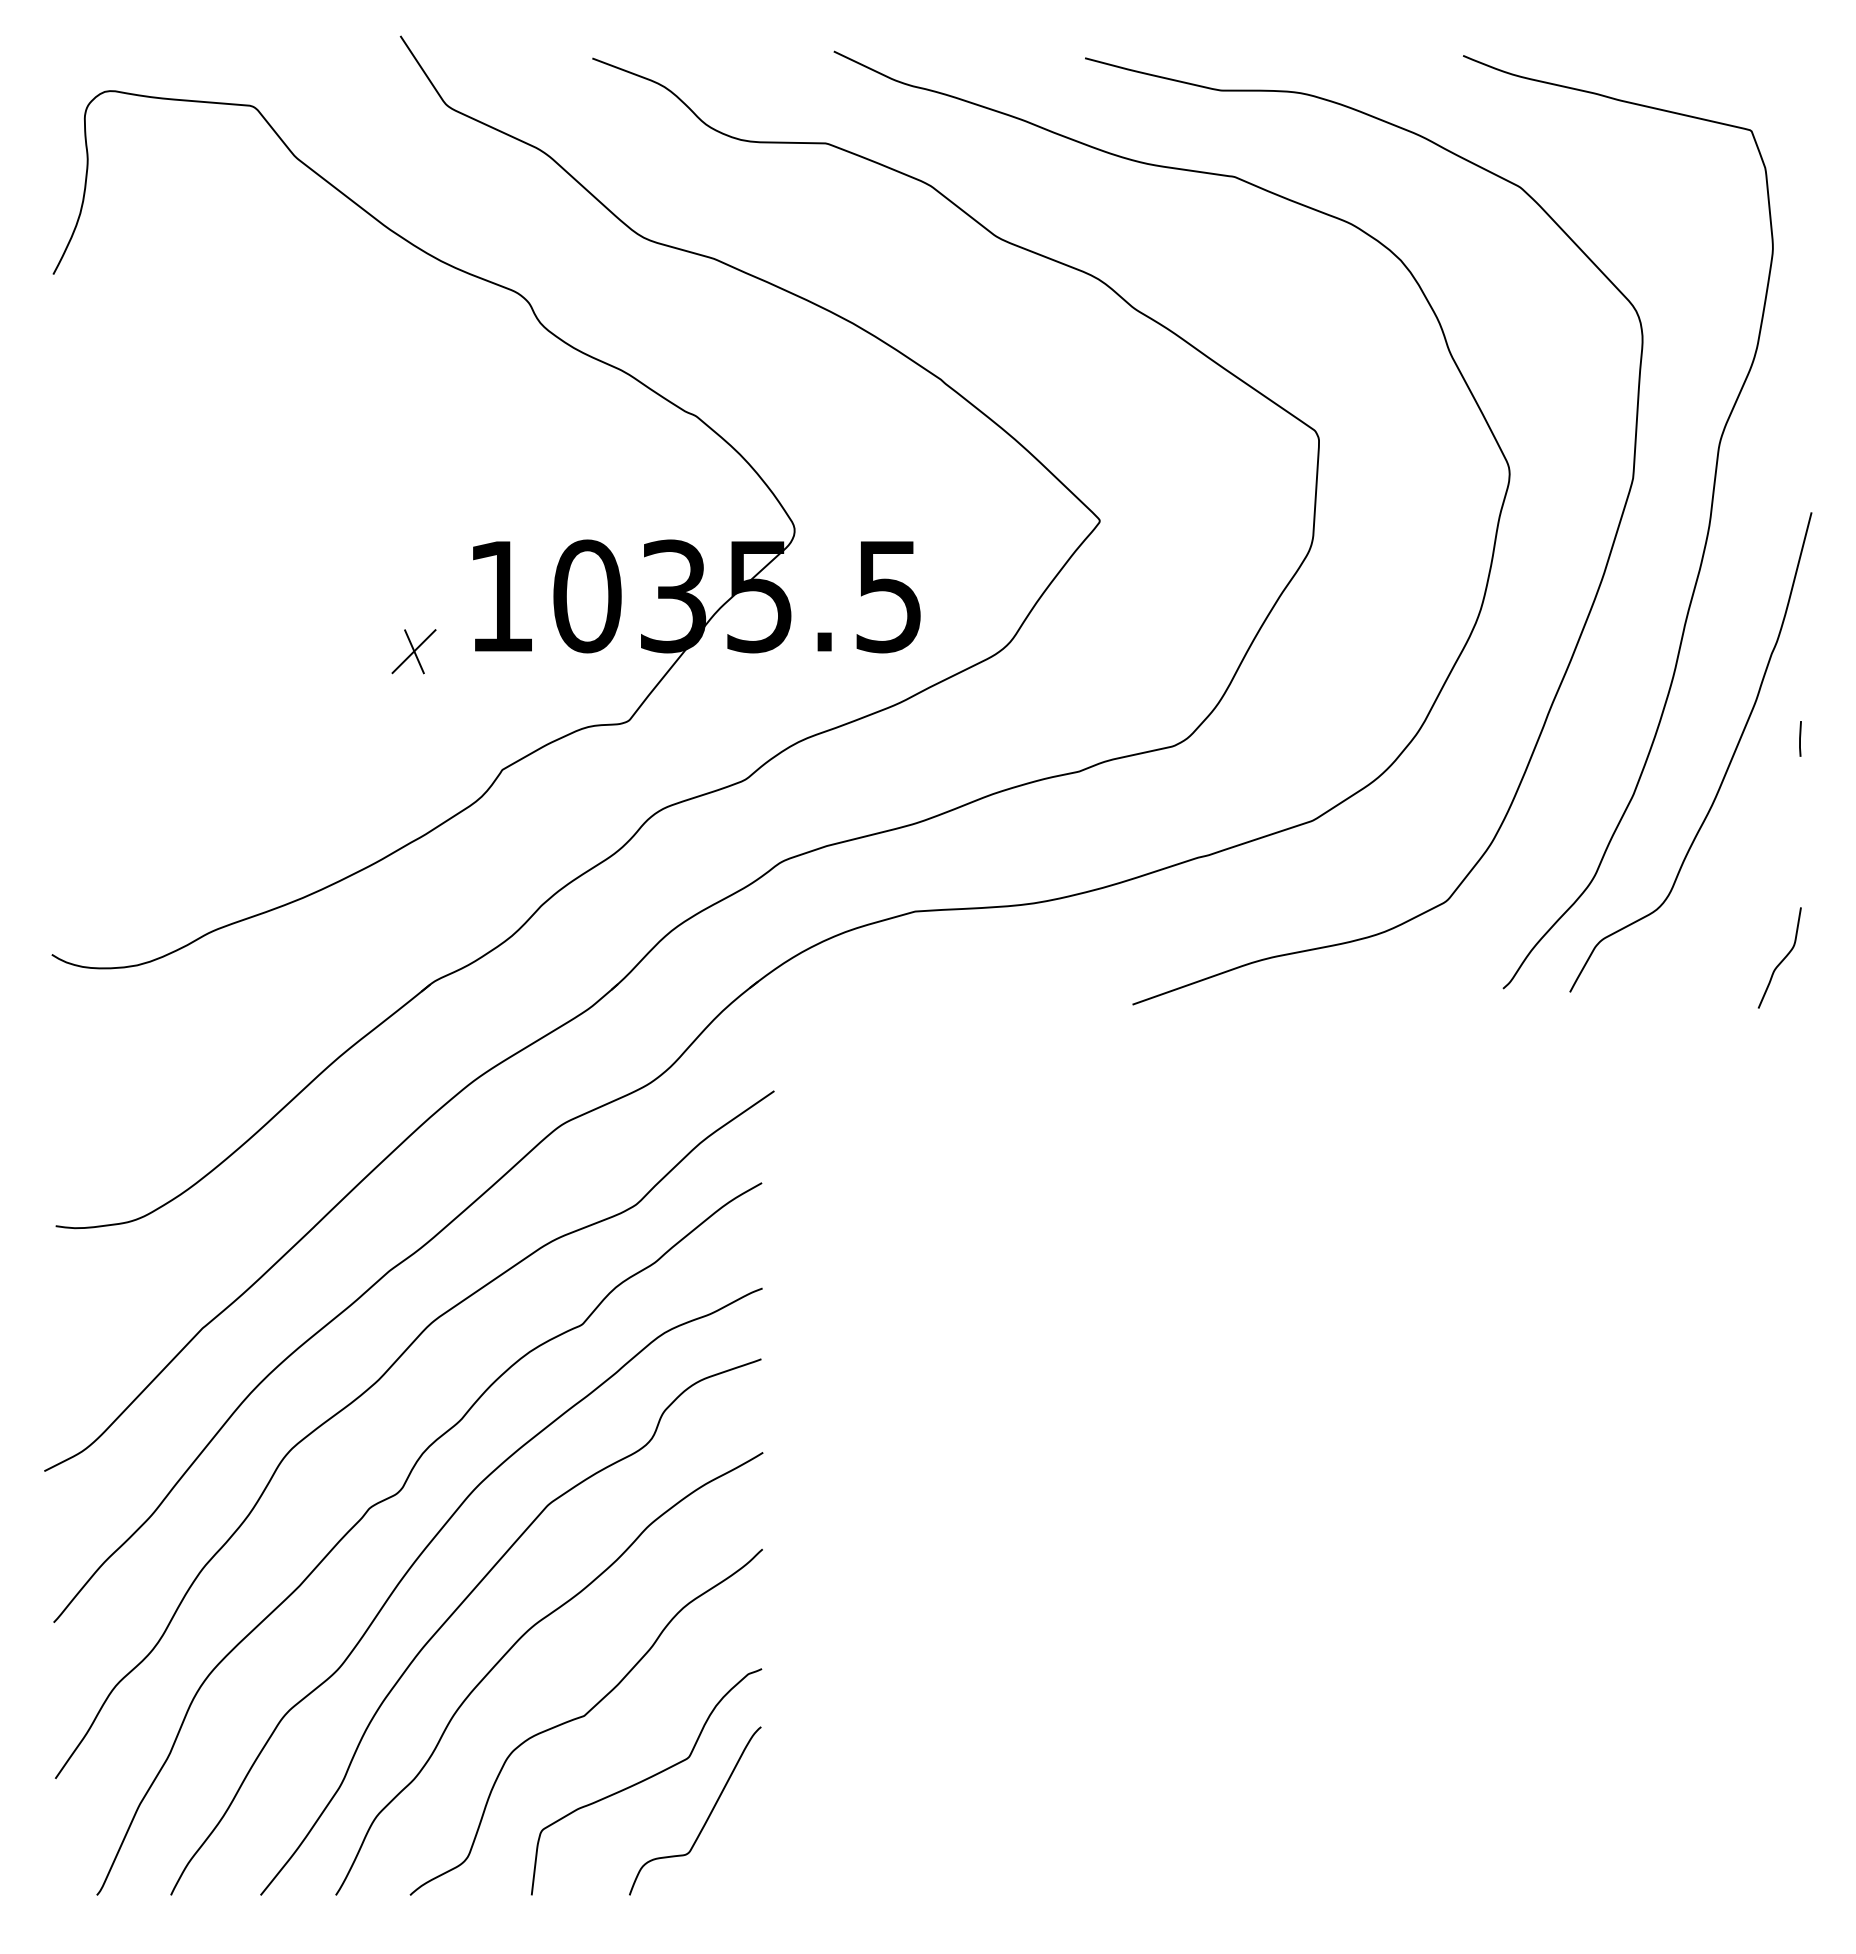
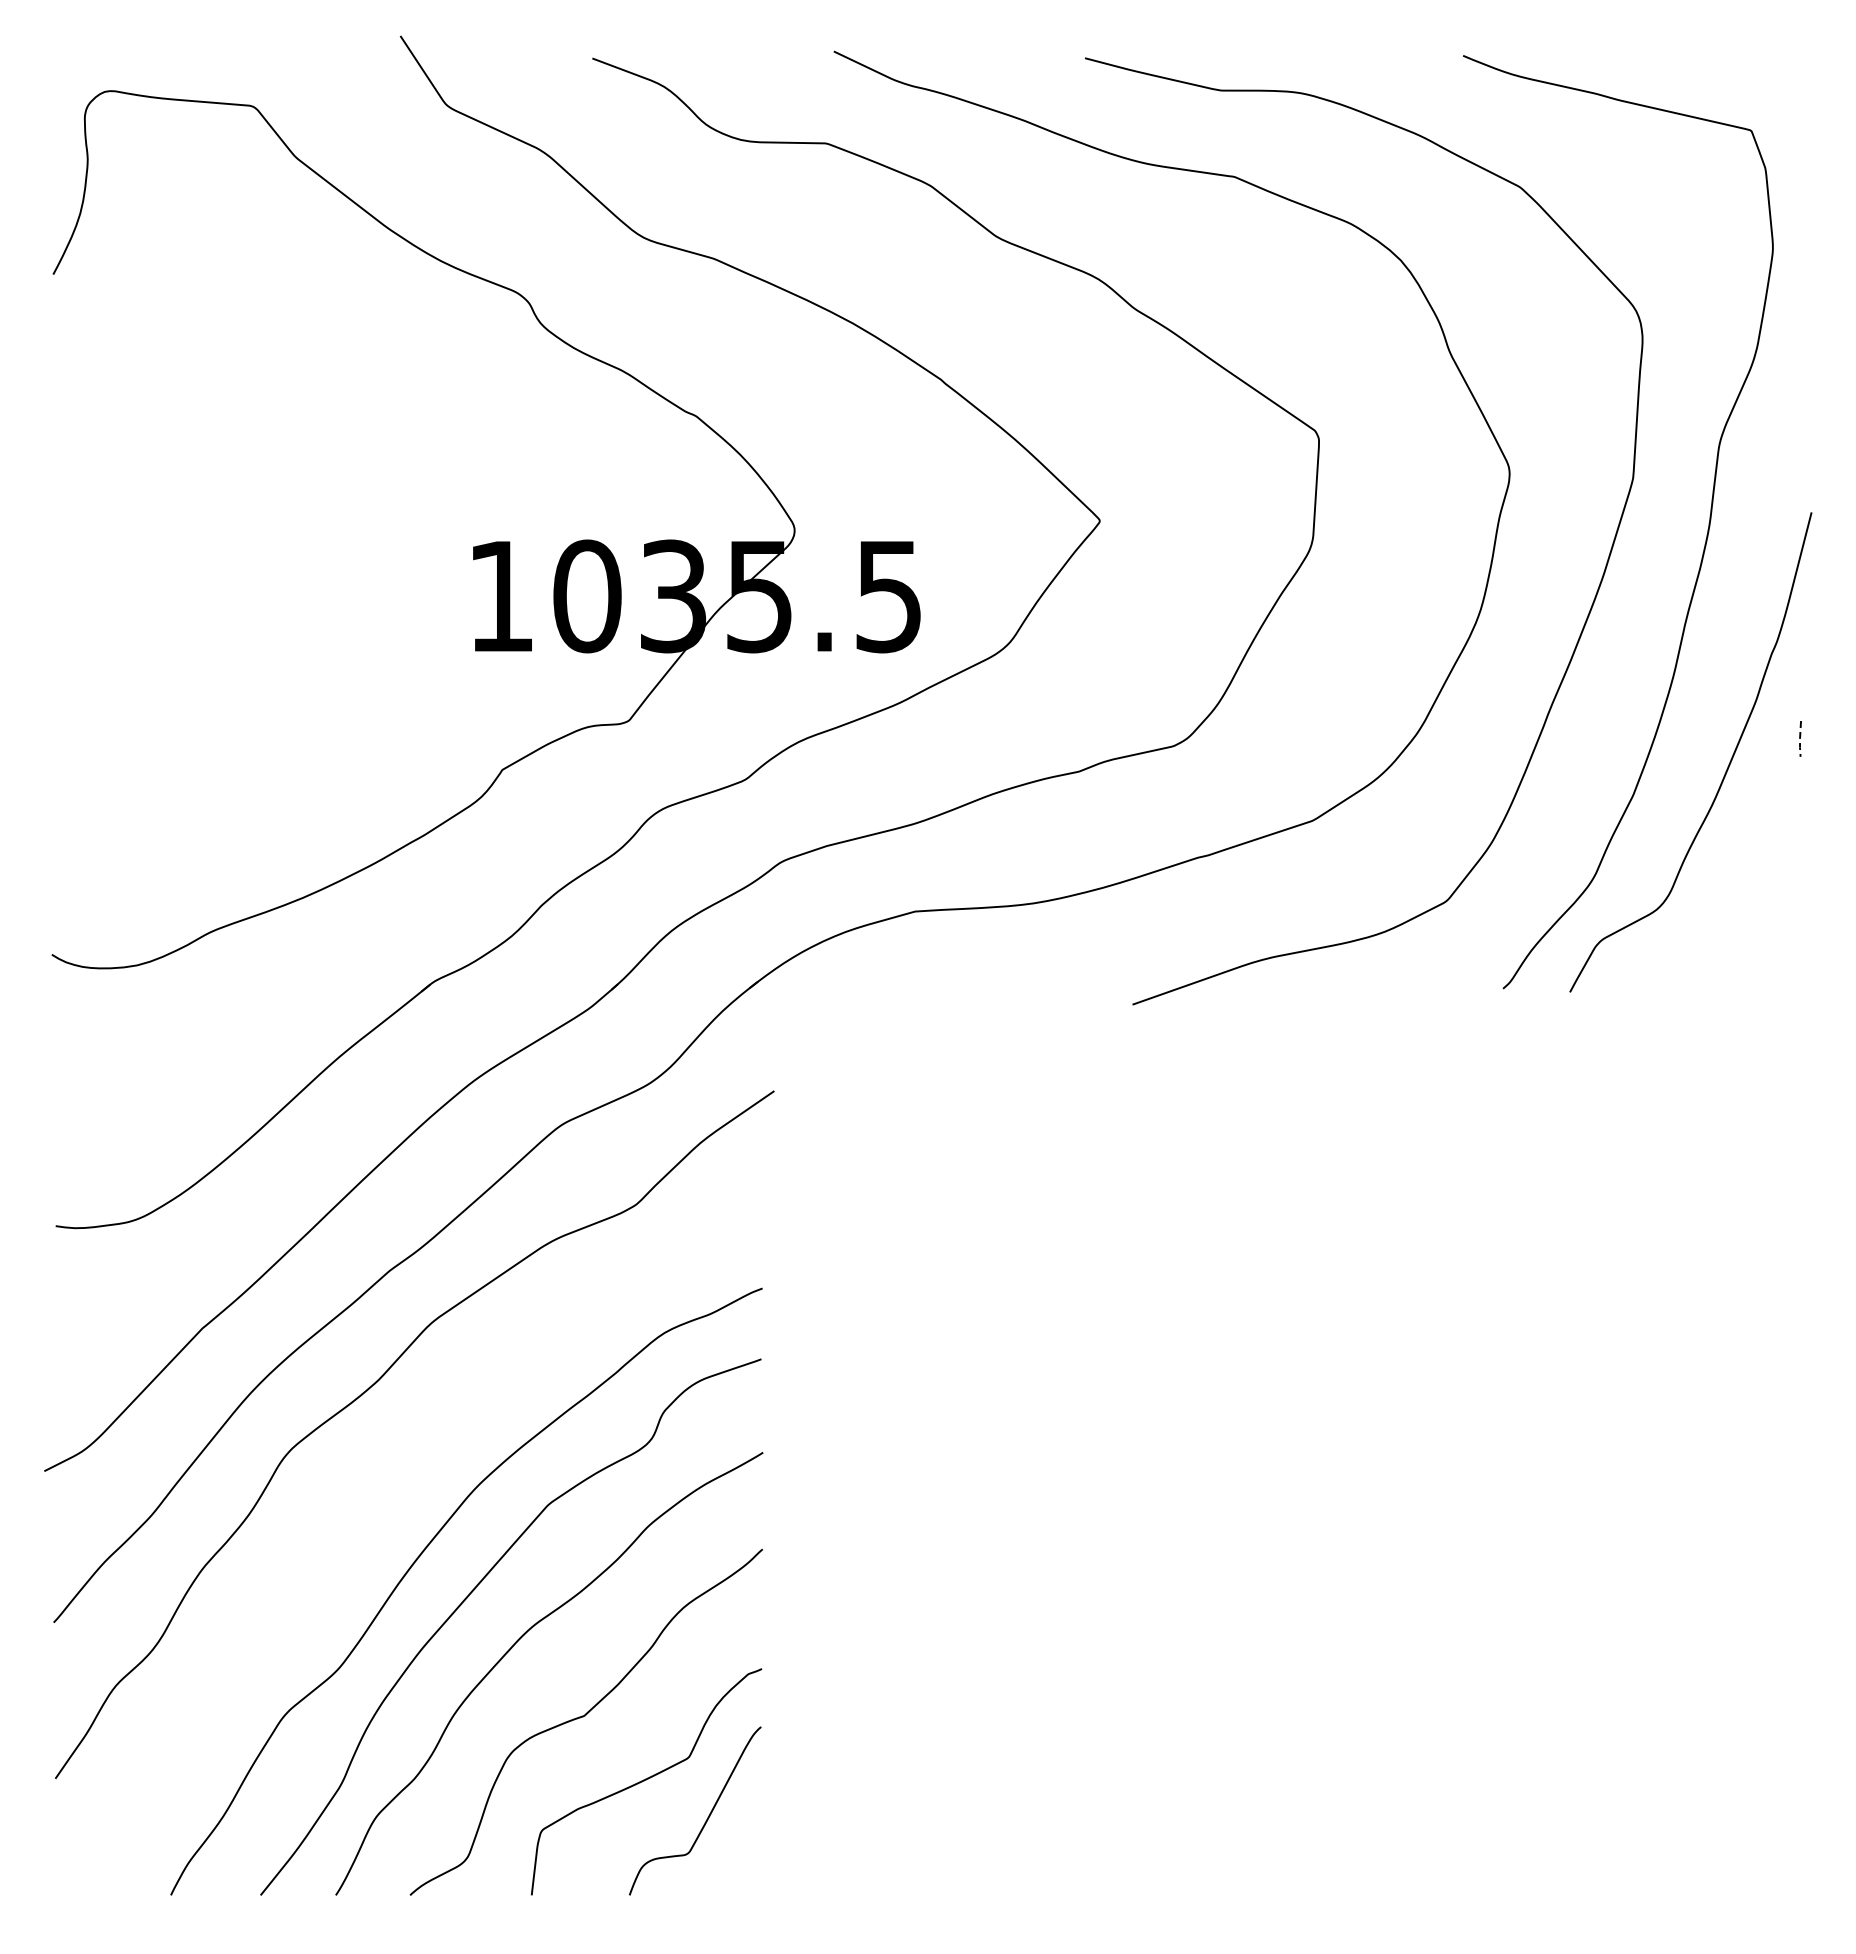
part at (413, 651): present -> none
line at (1800, 739): solid -> dashed
curve at (1782, 959): present -> none
curve at (396, 1495): present -> none
